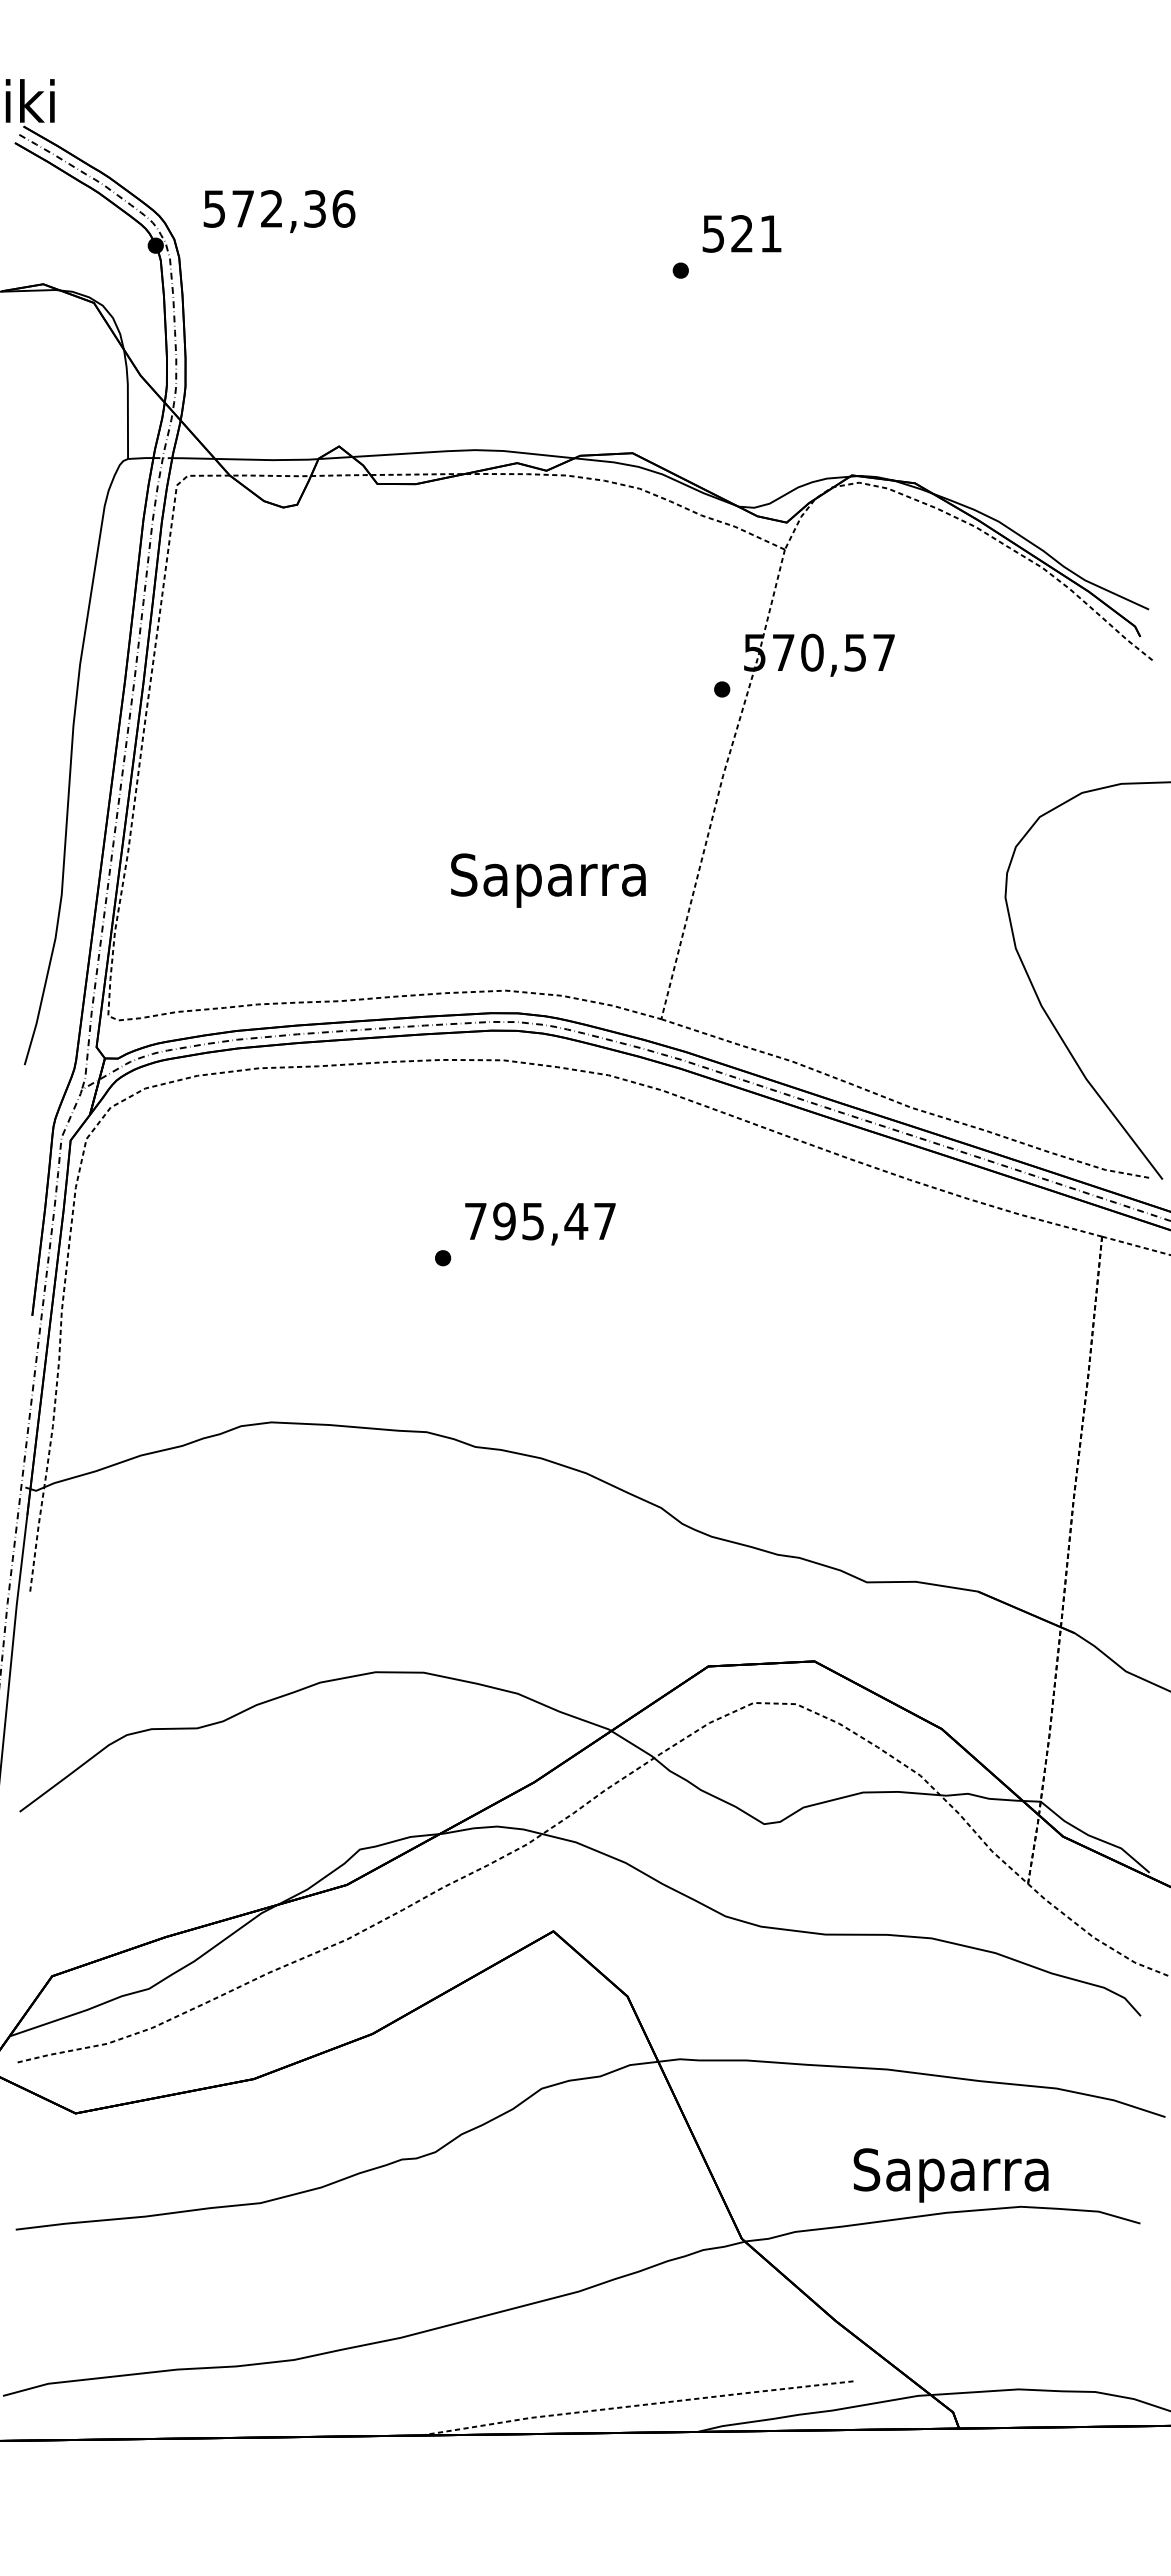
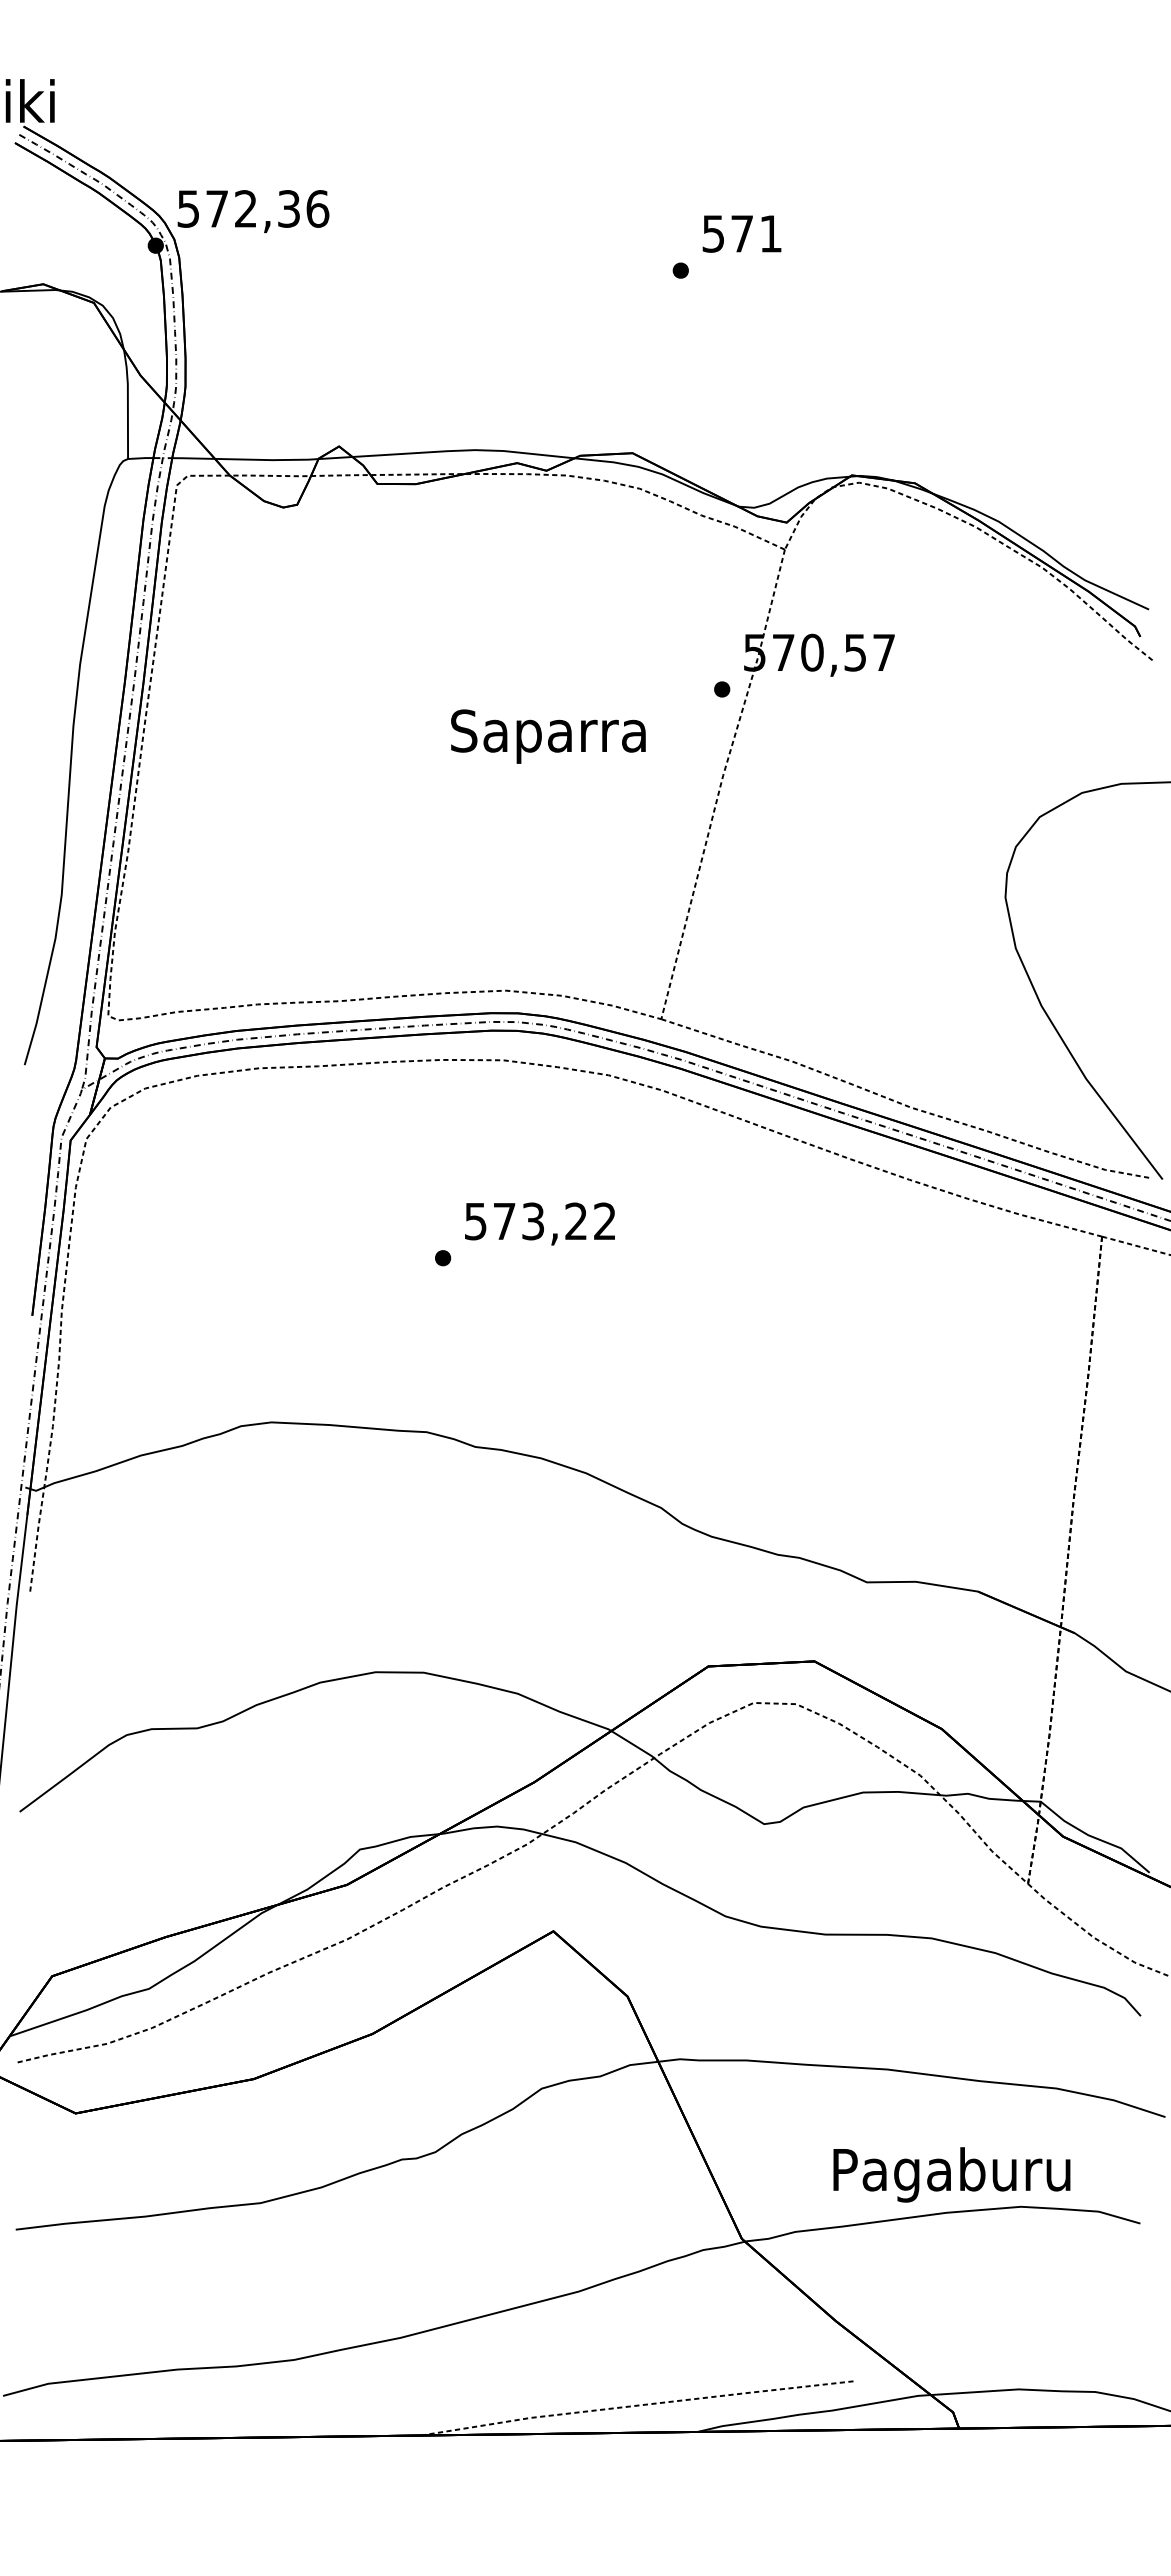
text at (279, 211) position: (279, 211) -> (253, 211)
text at (741, 233): 521 -> 571
text at (548, 880) position: (548, 880) -> (548, 736)
text at (540, 1221): 795,47 -> 573,22
text at (951, 2174): Saparra -> Pagaburu
